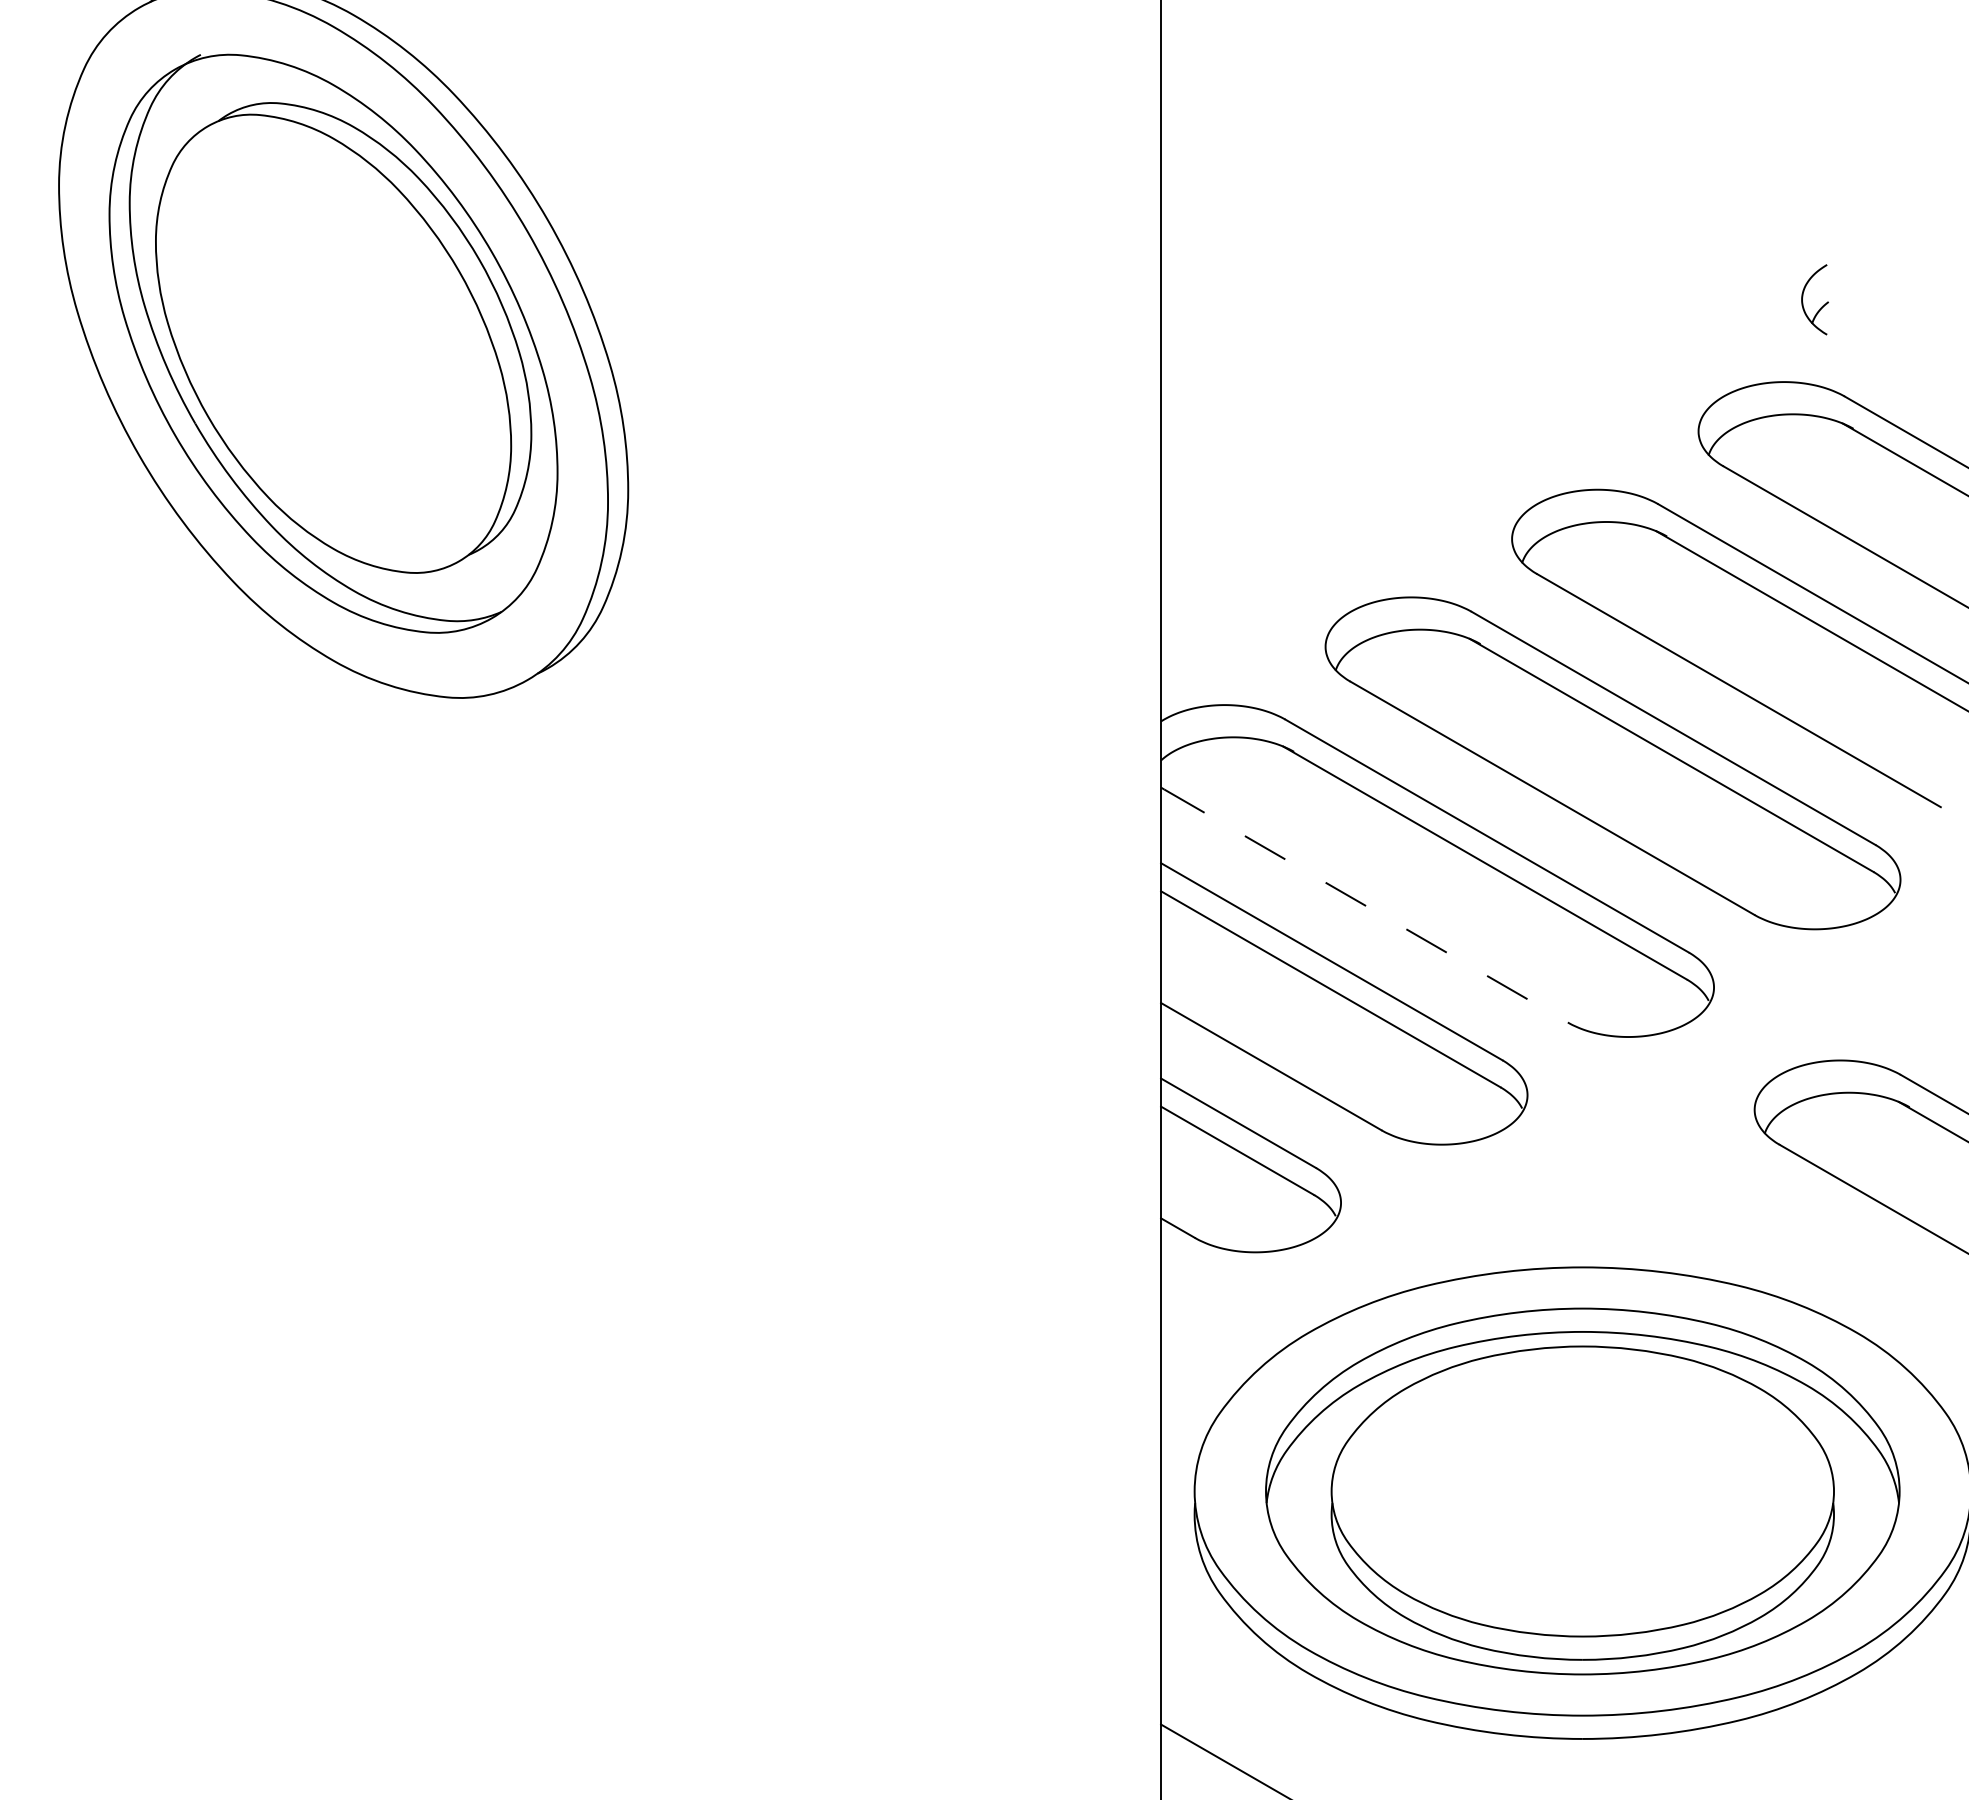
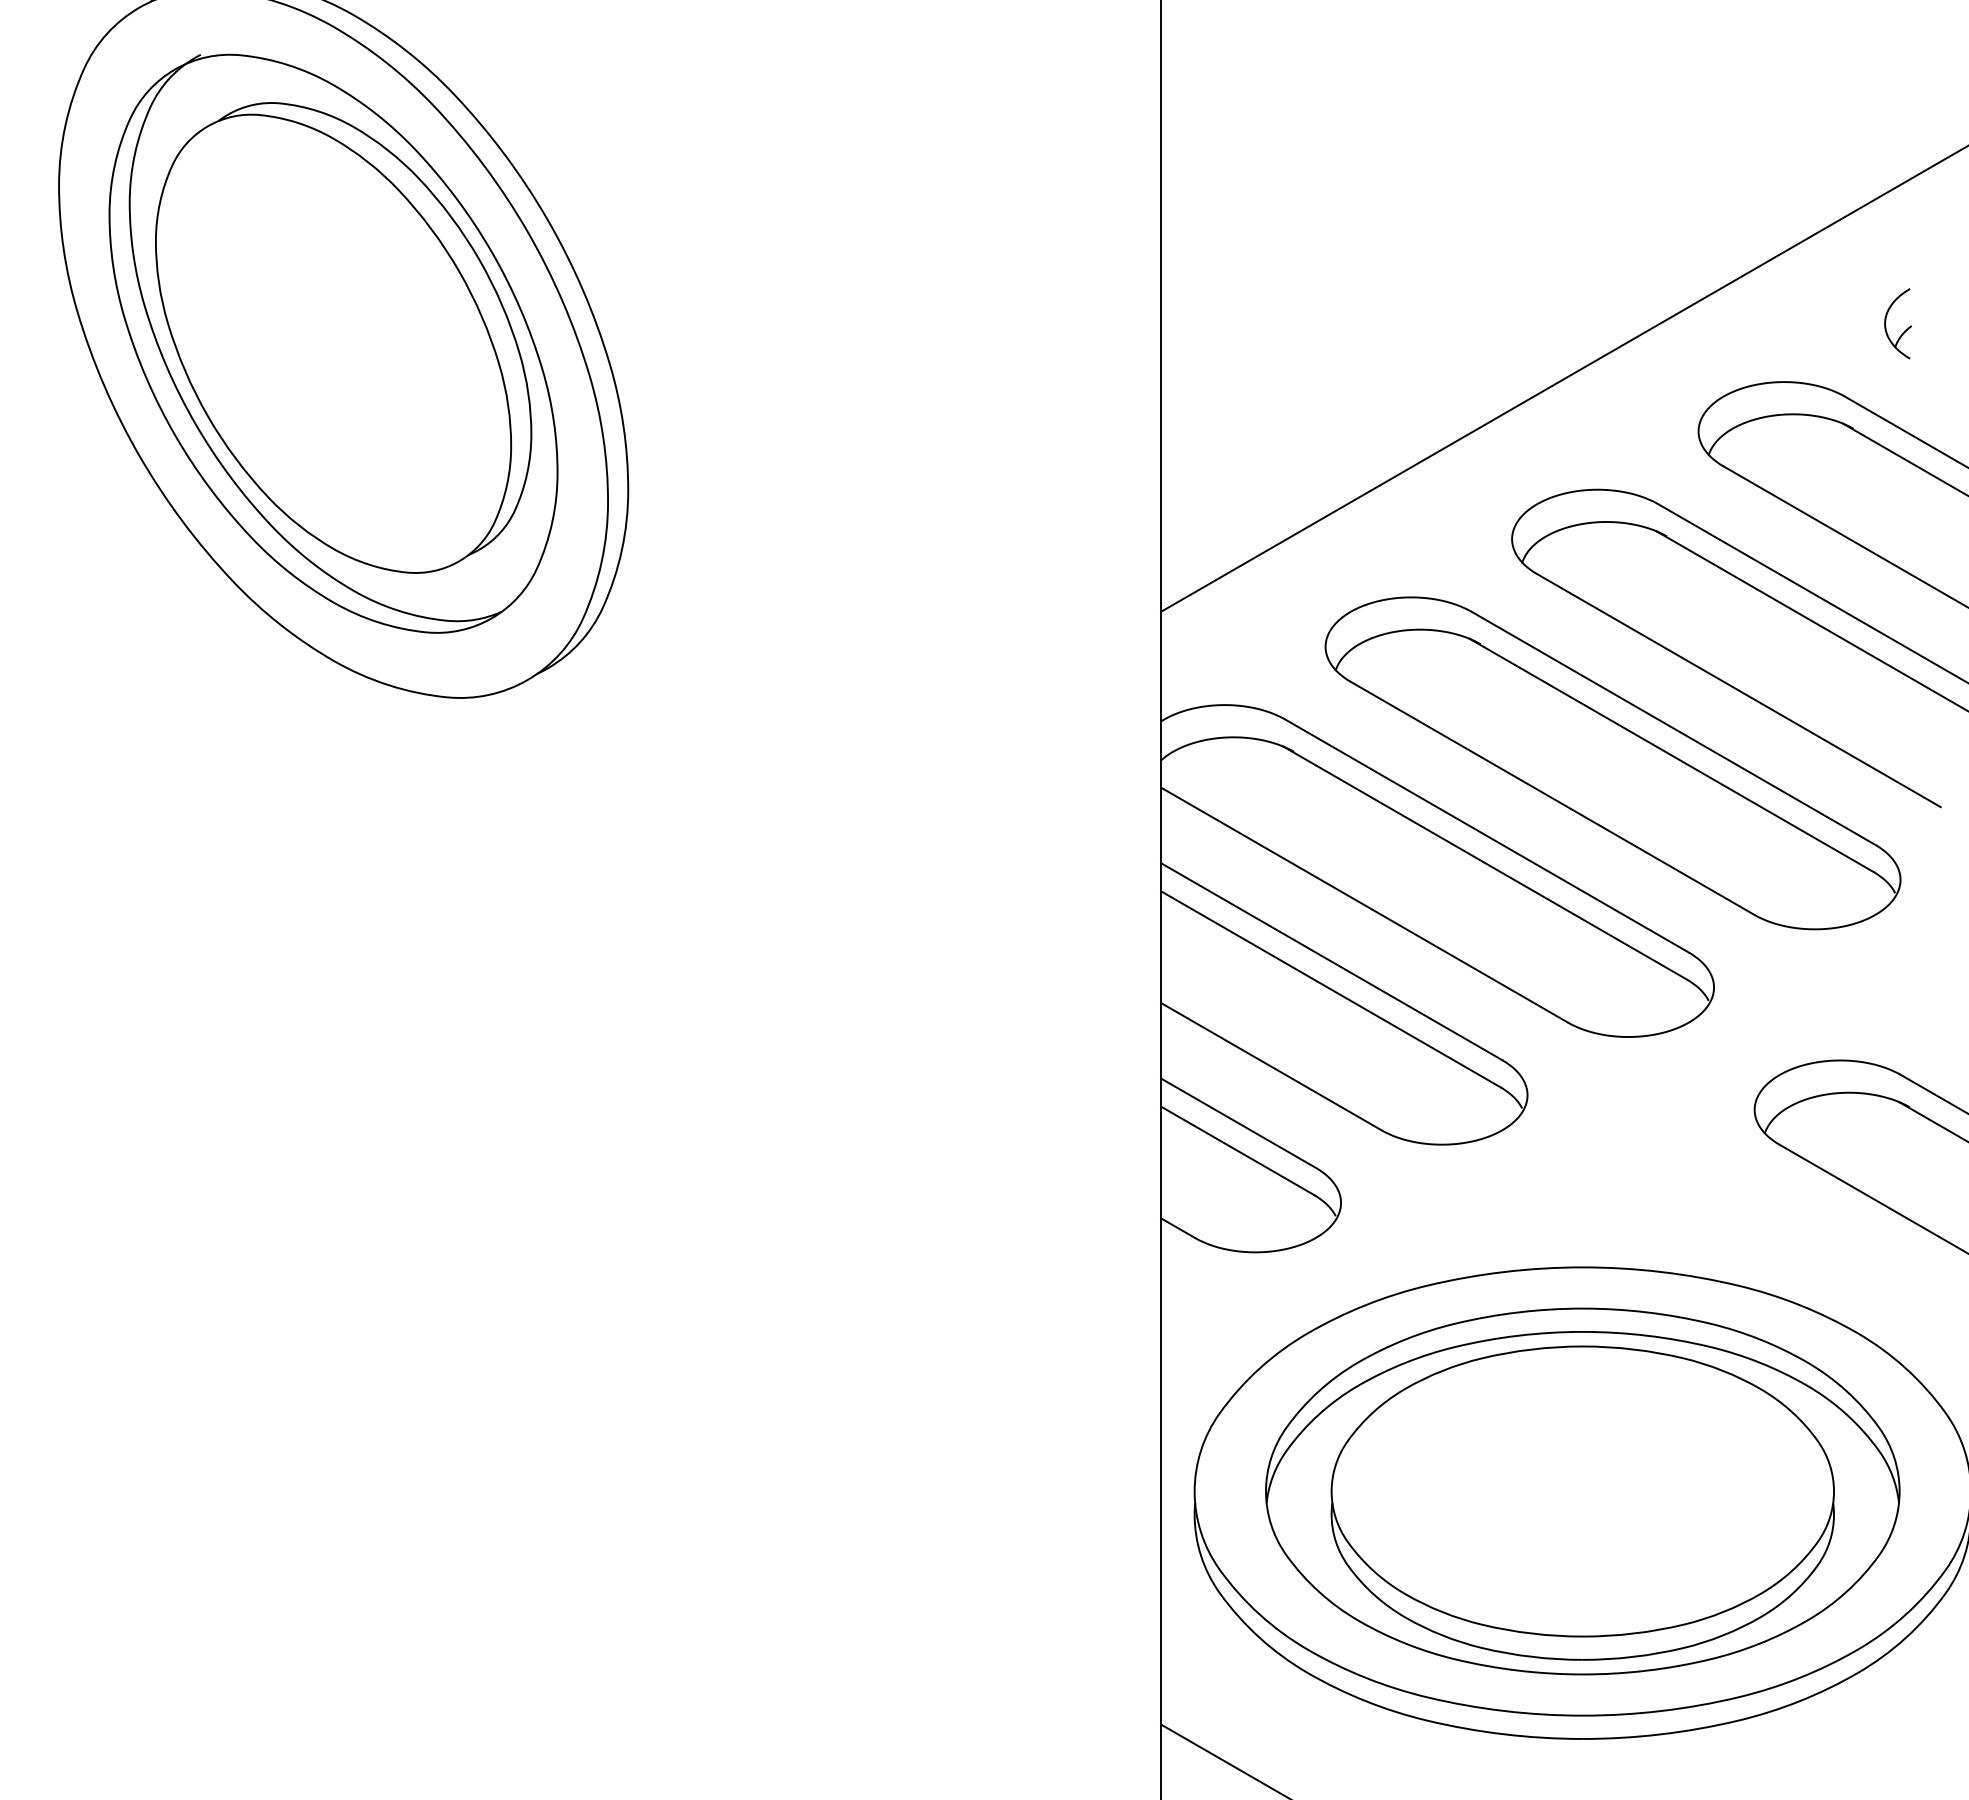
part at (1821, 306) position: (1821, 306) -> (1904, 330)
line at (1563, 379): none -> present
line at (1366, 906): dashed -> solid
